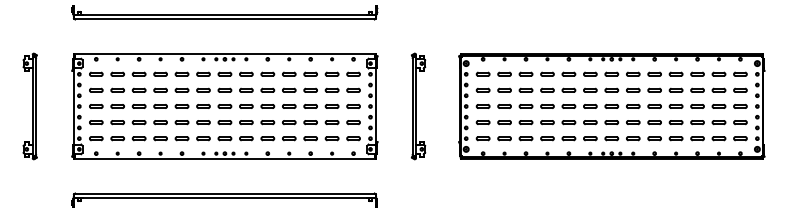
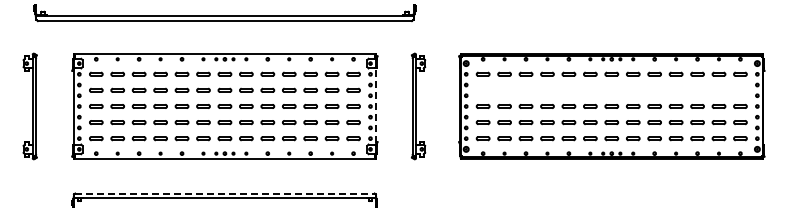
part at (224, 12) size: 308x16 px -> 384x19 px
part at (611, 89): present -> none
line at (376, 105): solid -> dashed
line at (224, 193): solid -> dashed
